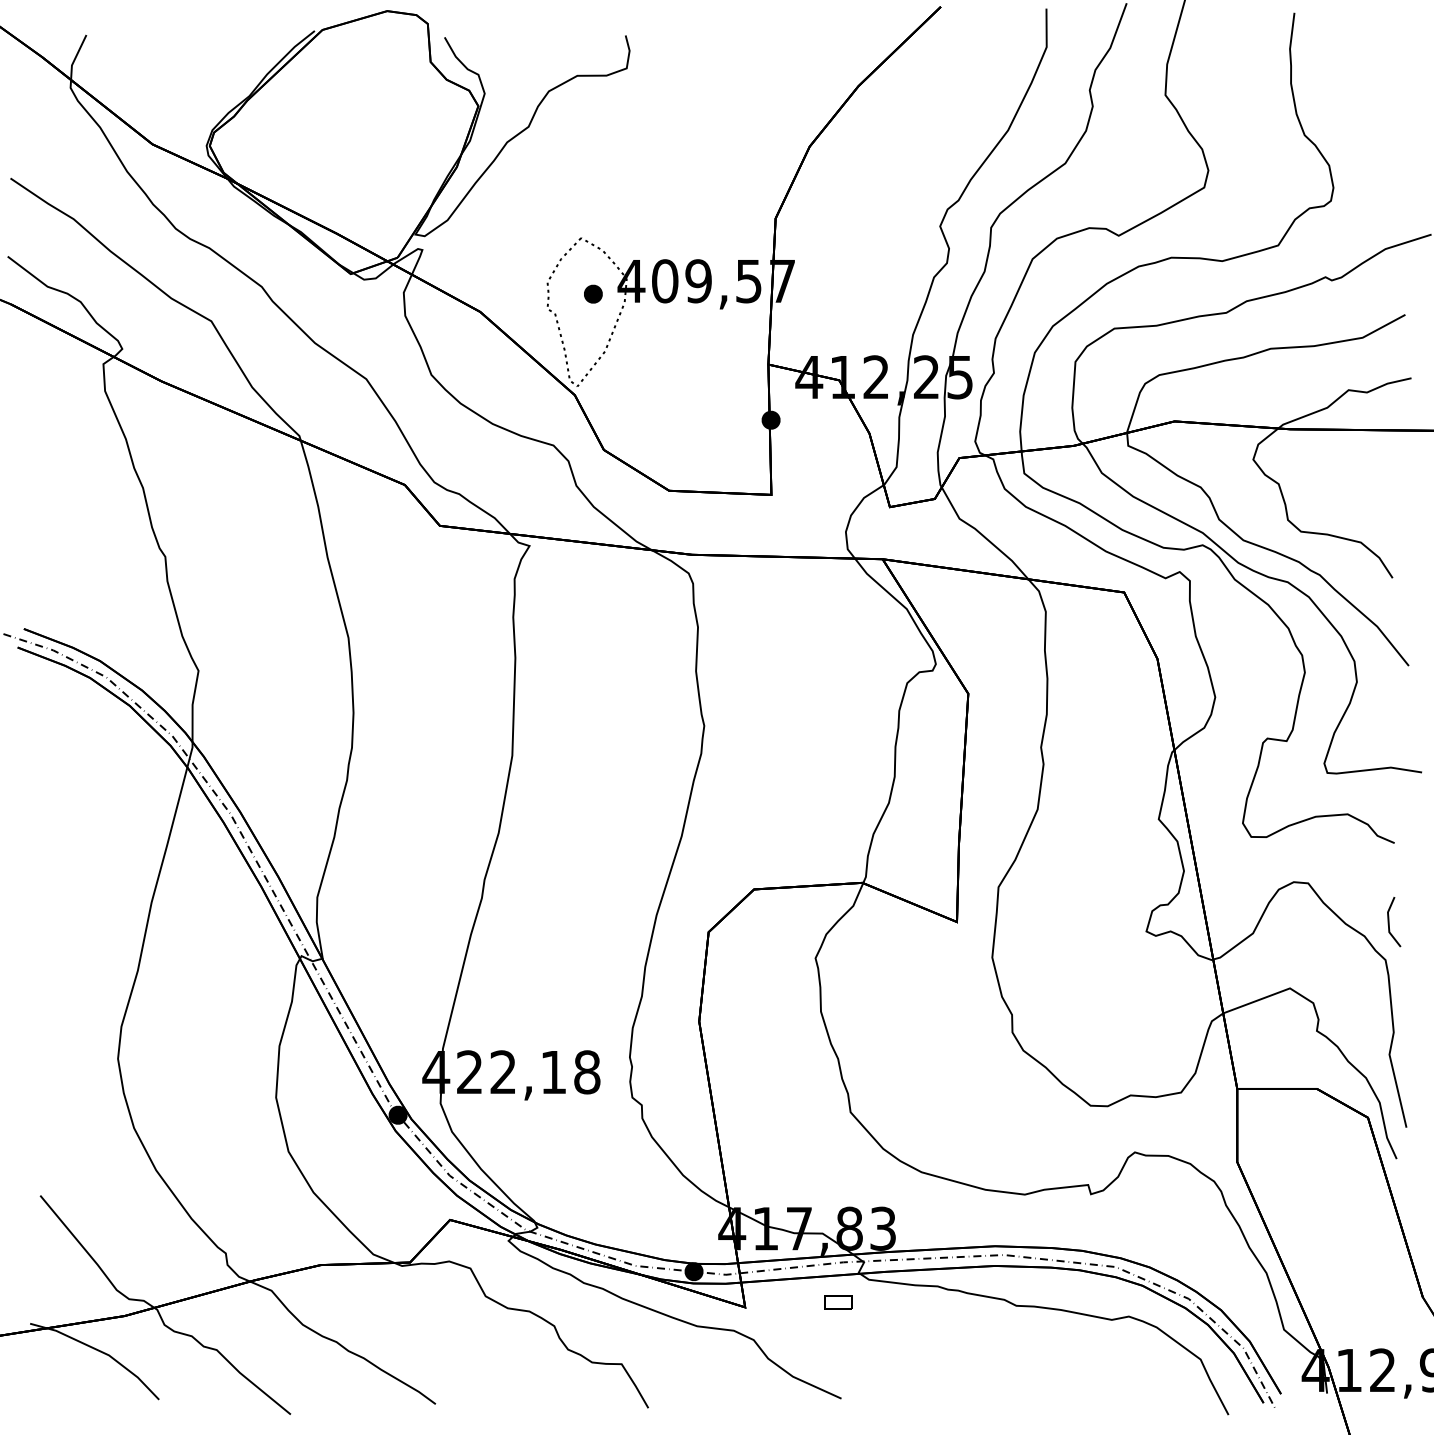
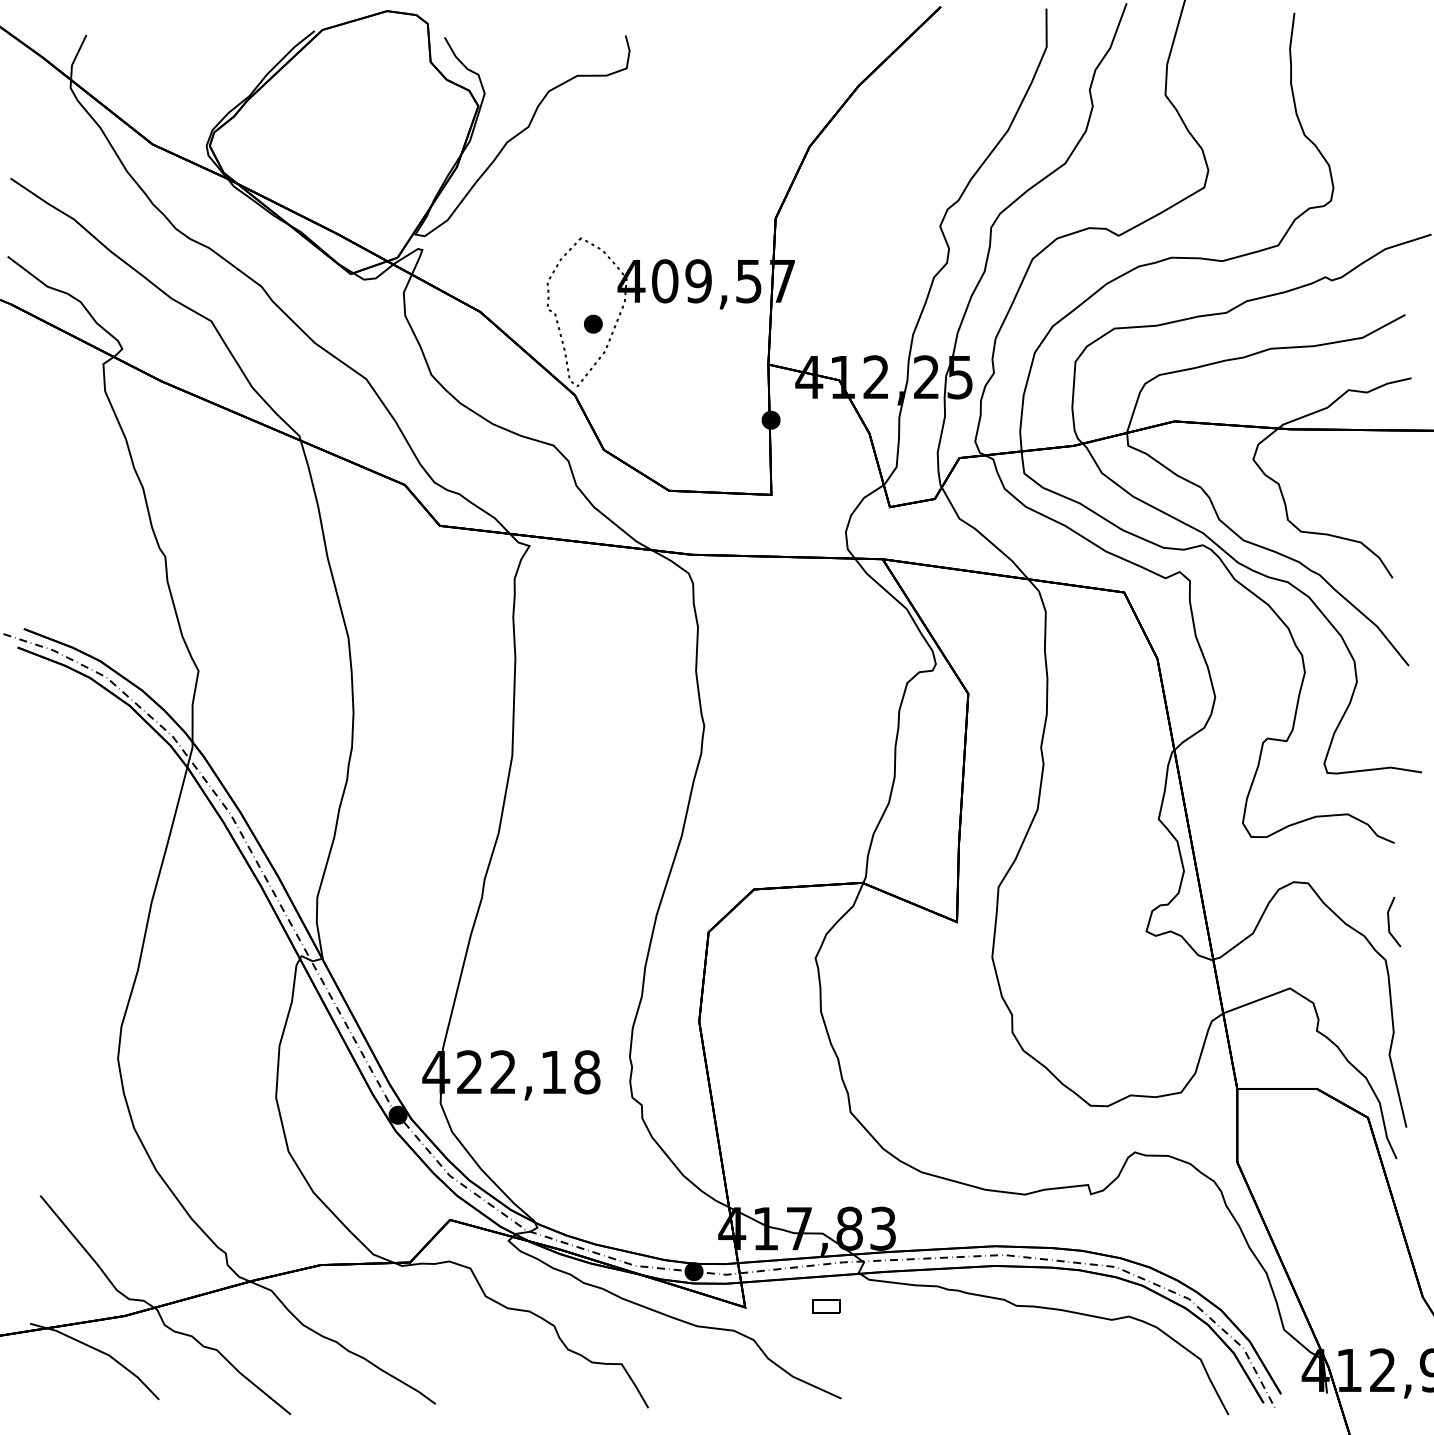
part at (593, 293) position: (593, 293) -> (593, 323)
part at (838, 1302) position: (838, 1302) -> (826, 1306)
